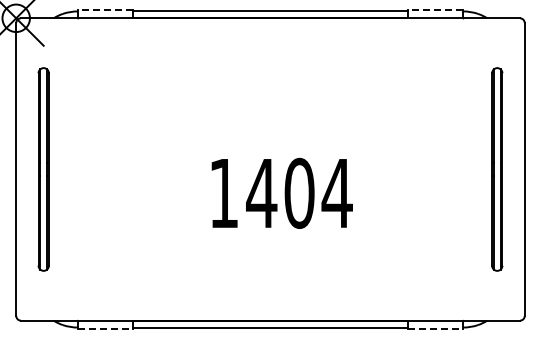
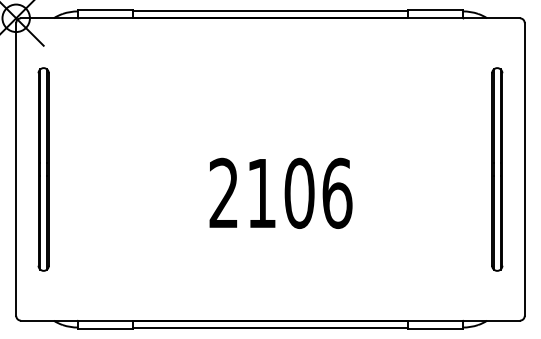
line at (105, 10): dashed -> solid
line at (434, 10): dashed -> solid
text at (280, 192): 1404 -> 2106
line at (106, 328): dashed -> solid
line at (435, 328): dashed -> solid
